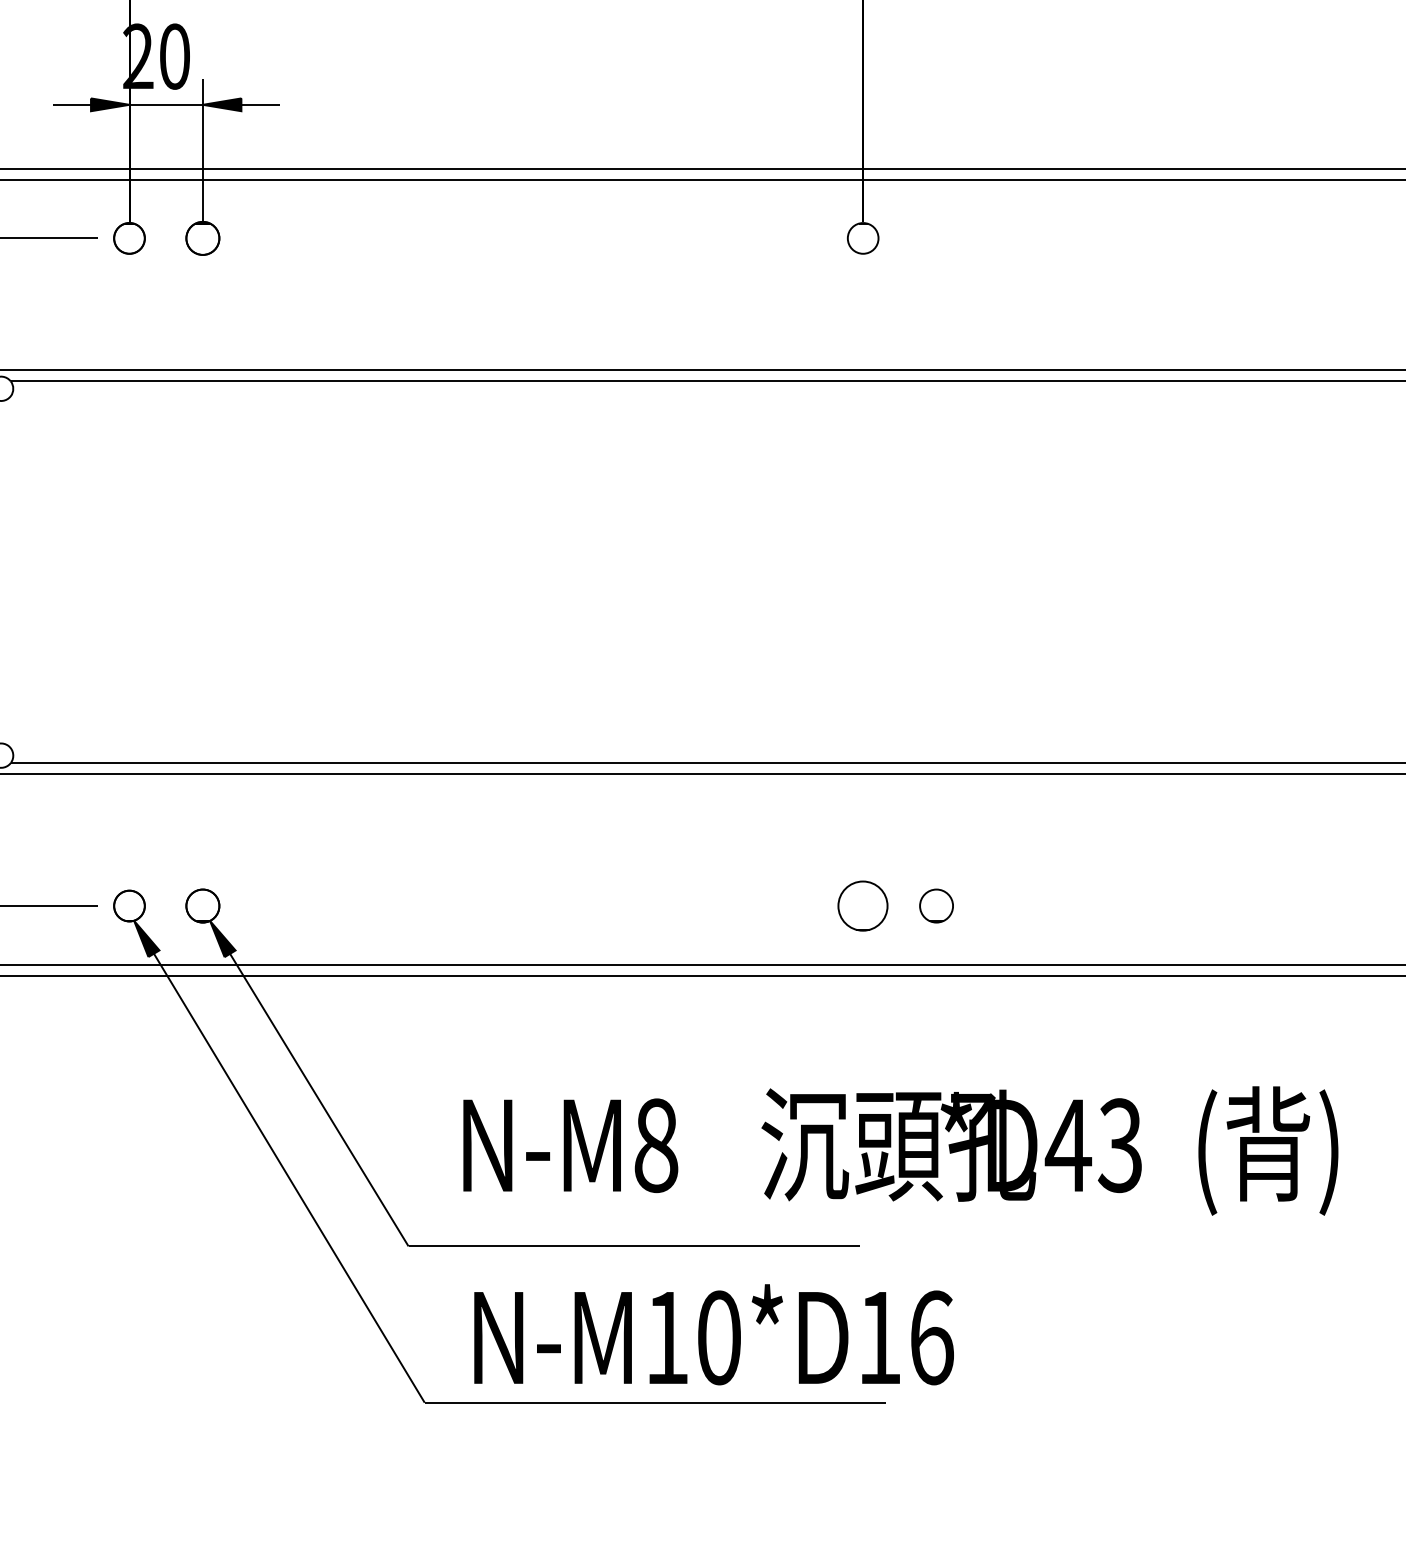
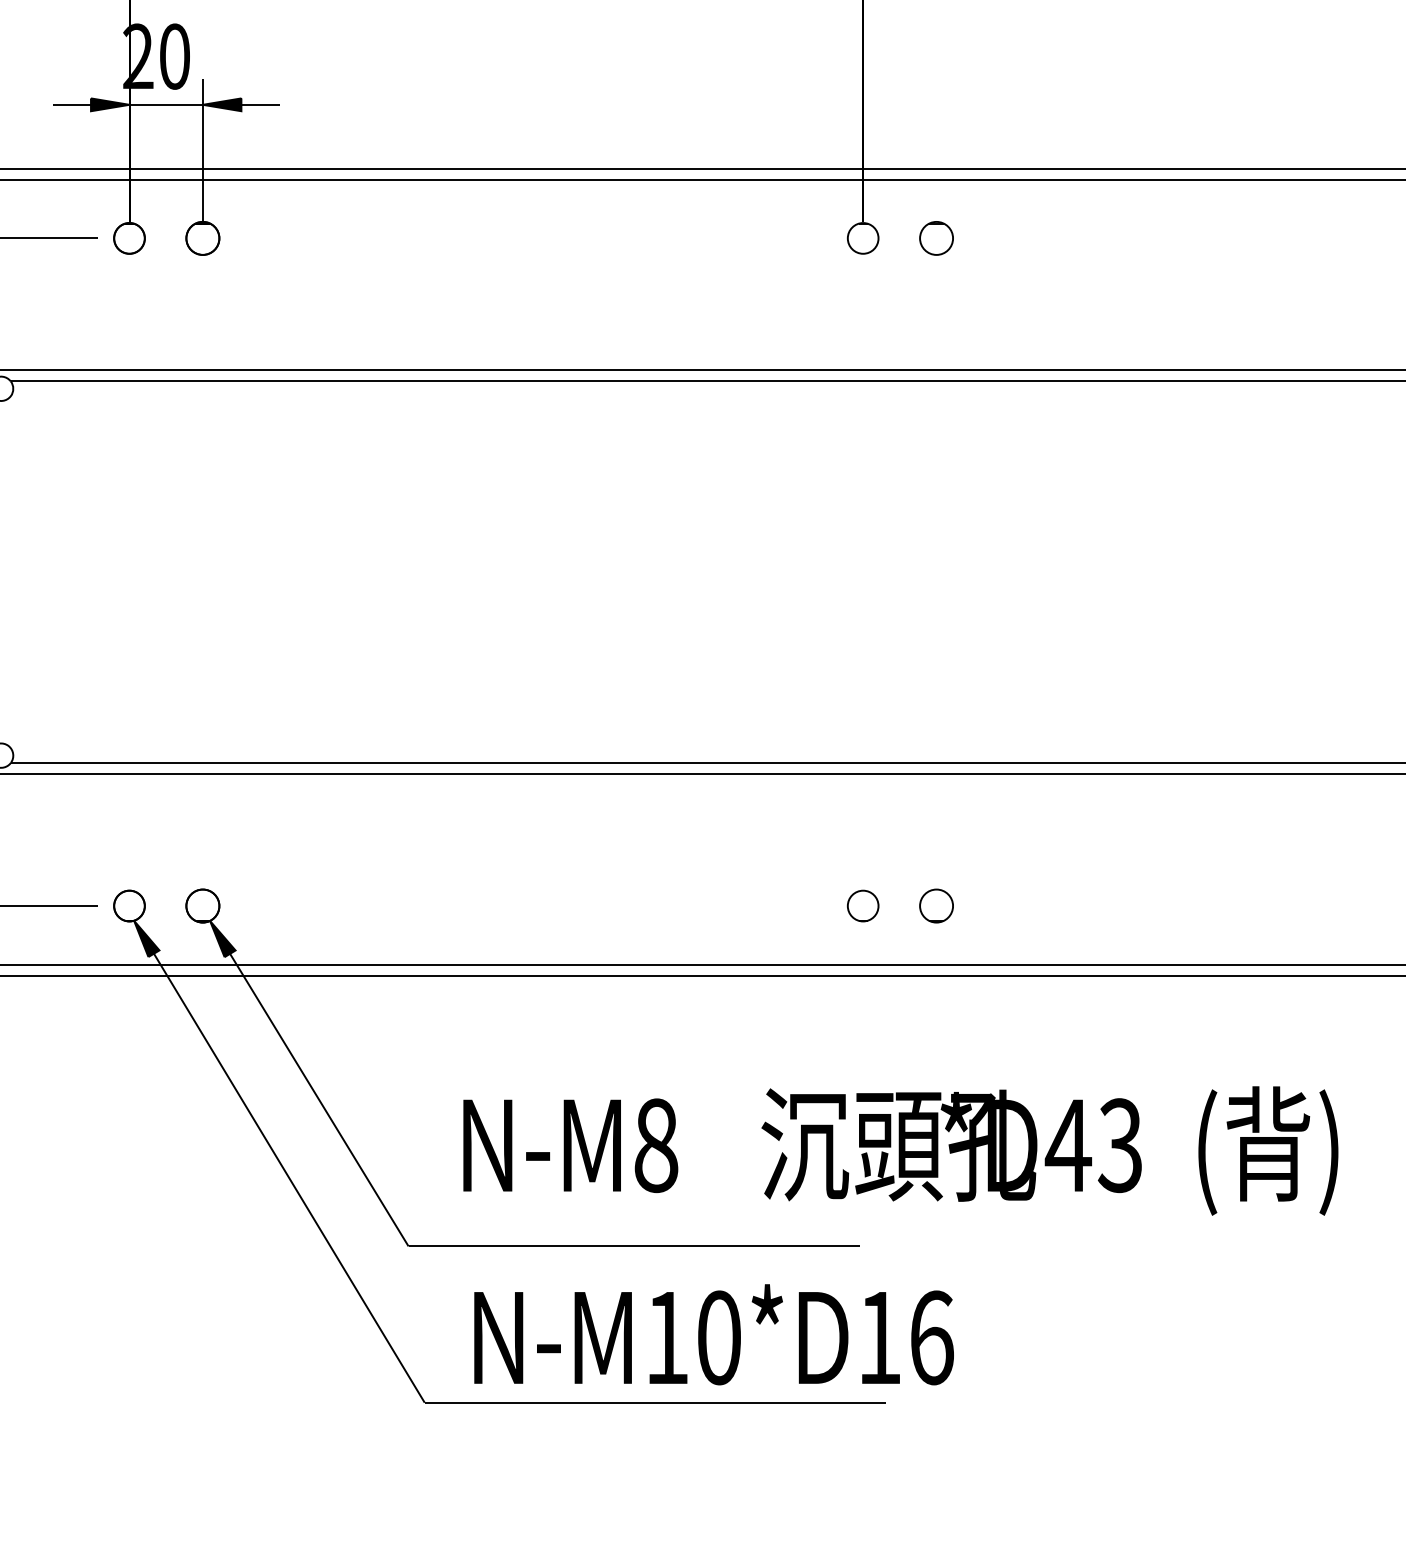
part at (936, 238): none -> present
part at (862, 905) size: 52x52 px -> 33x34 px
